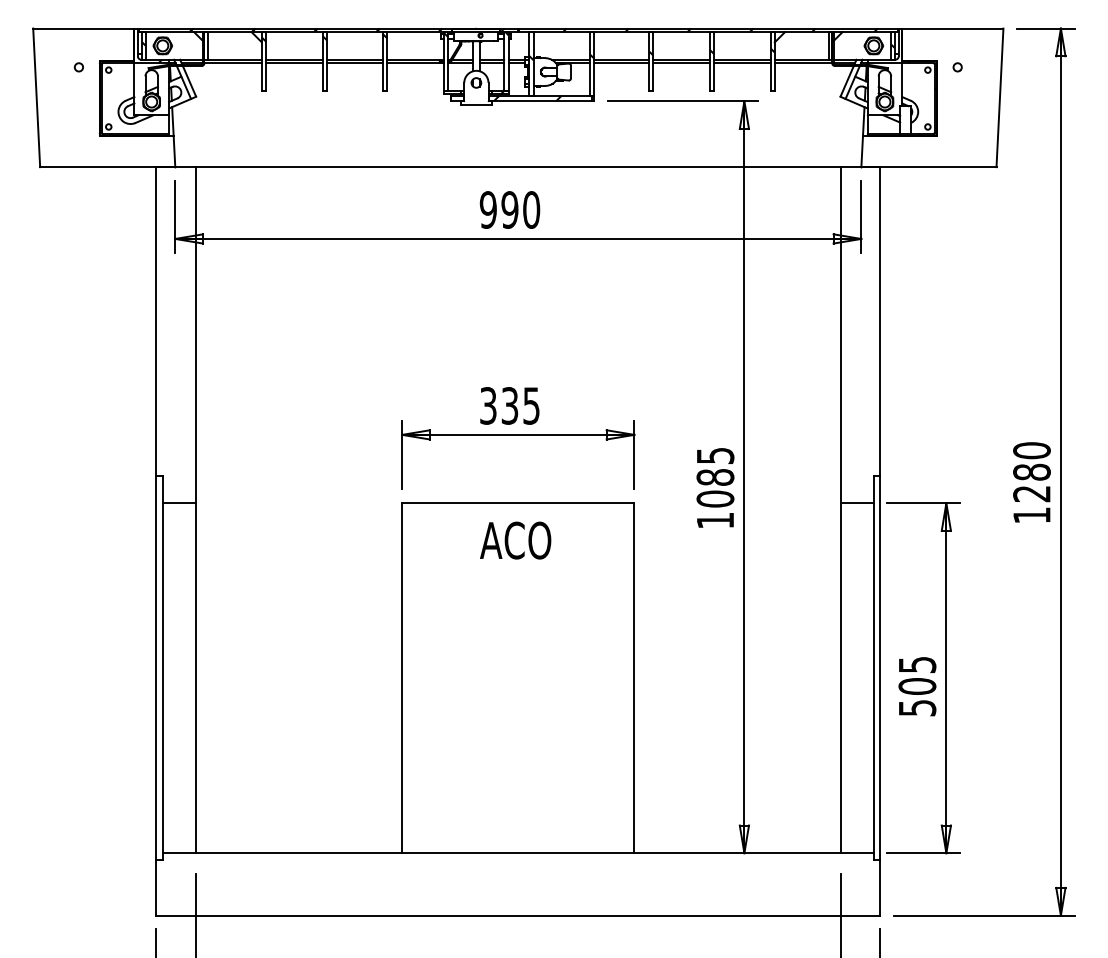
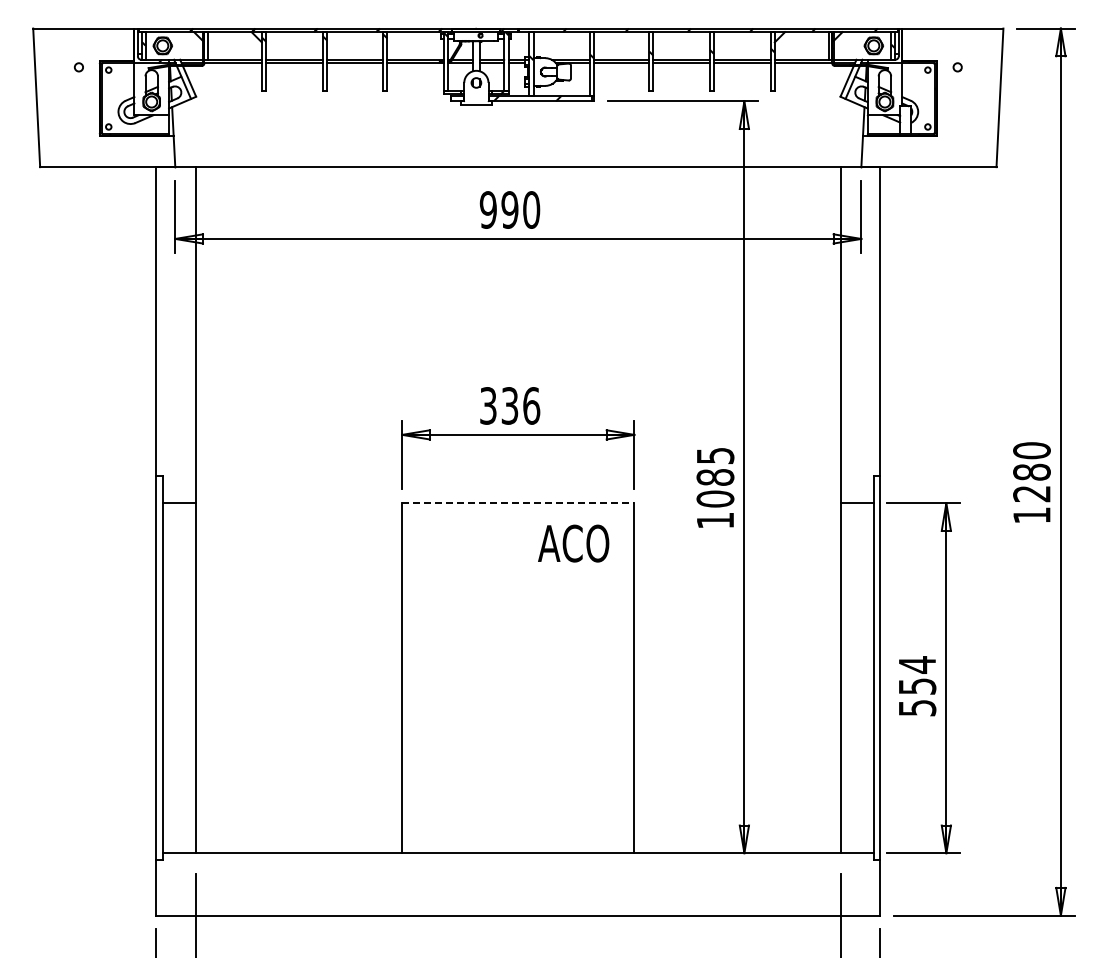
text at (531, 405): 335 -> 336
line at (518, 503): solid -> dashed
text at (515, 540) position: (515, 540) -> (573, 543)
text at (917, 675): 505 -> 554
